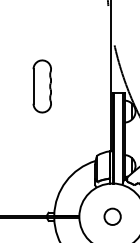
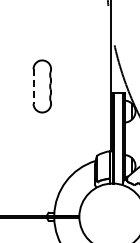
line at (33, 86): solid -> dashed
circle at (112, 216): present -> none
